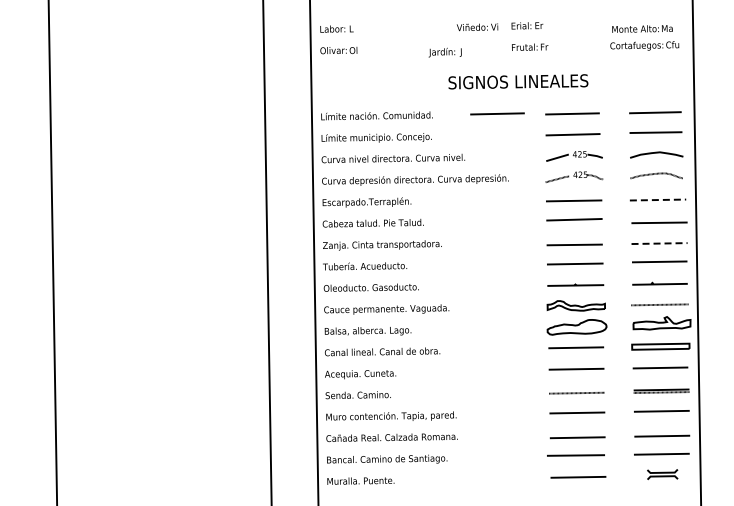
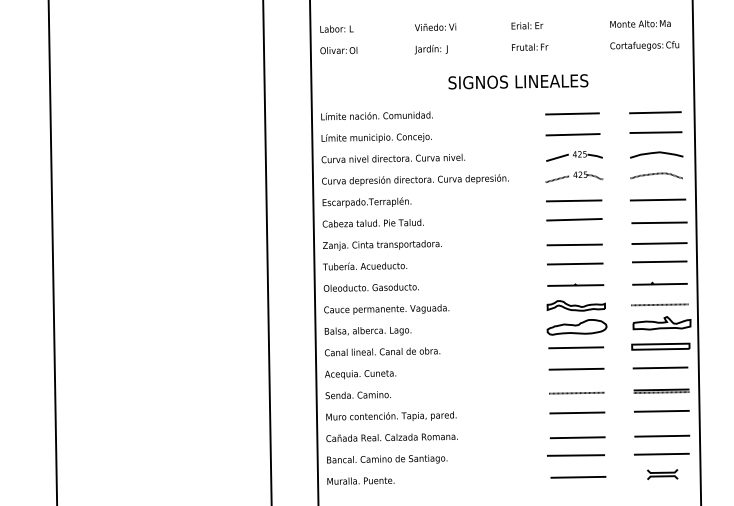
text at (477, 27) position: (477, 27) -> (435, 27)
text at (642, 28) position: (642, 28) -> (640, 23)
text at (444, 52) position: (444, 52) -> (430, 49)
line at (497, 113): present -> none
line at (658, 200): dashed -> solid
line at (660, 243): dashed -> solid
